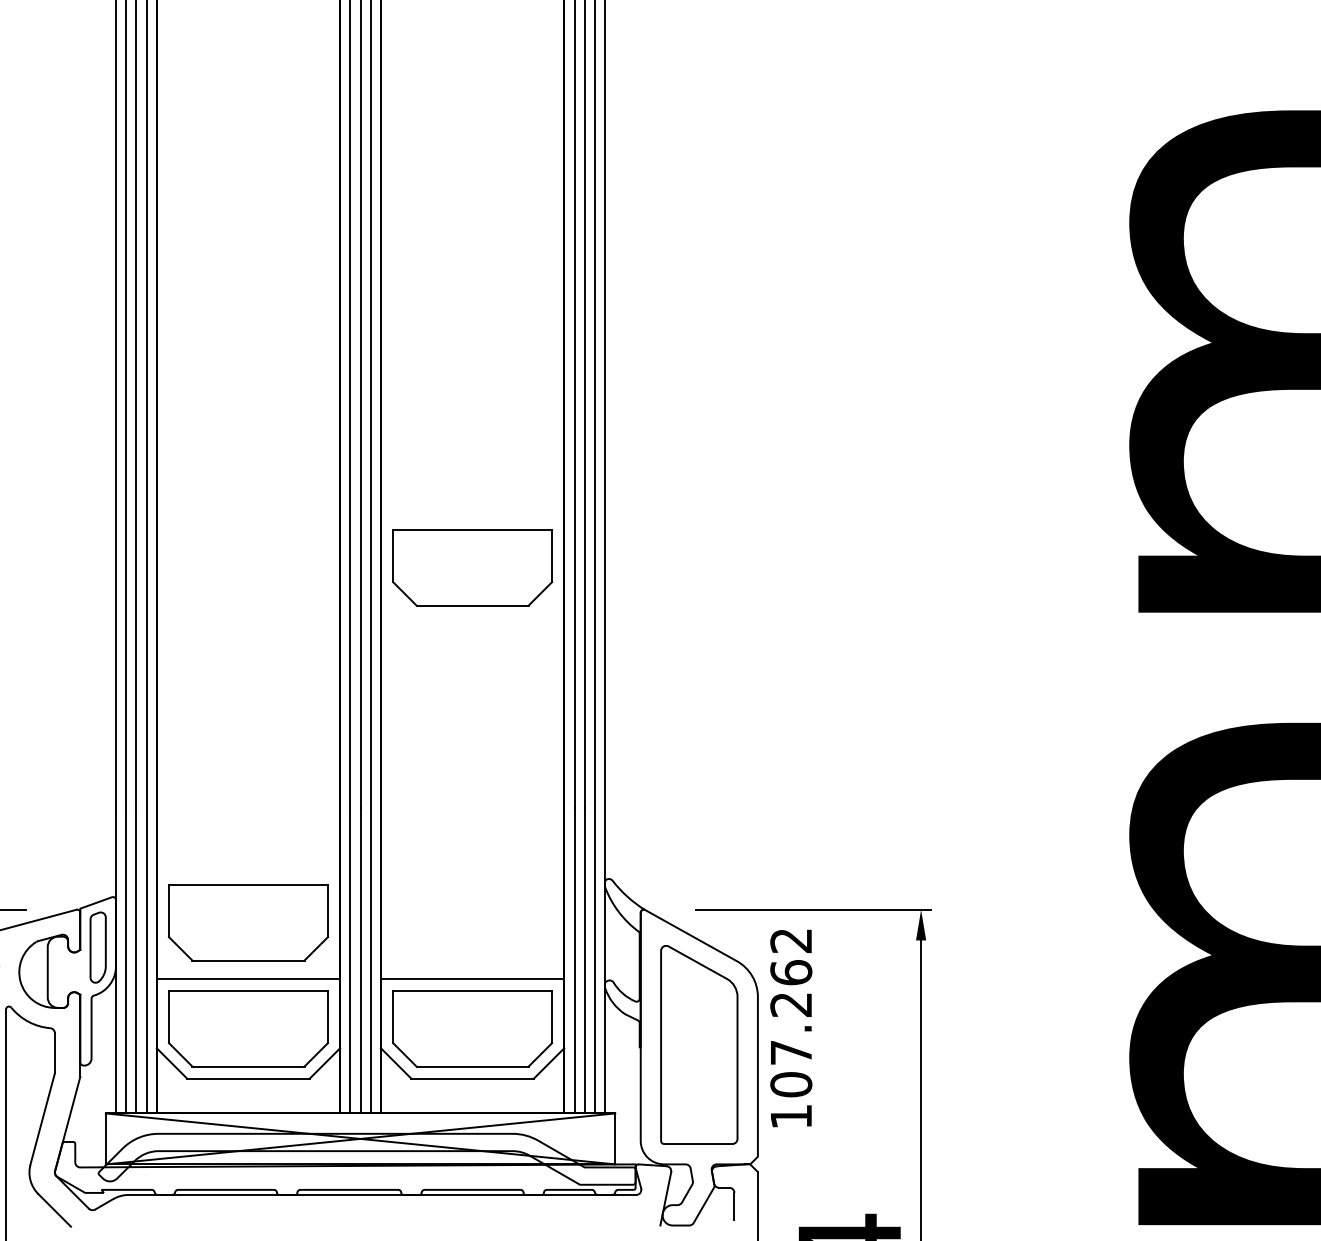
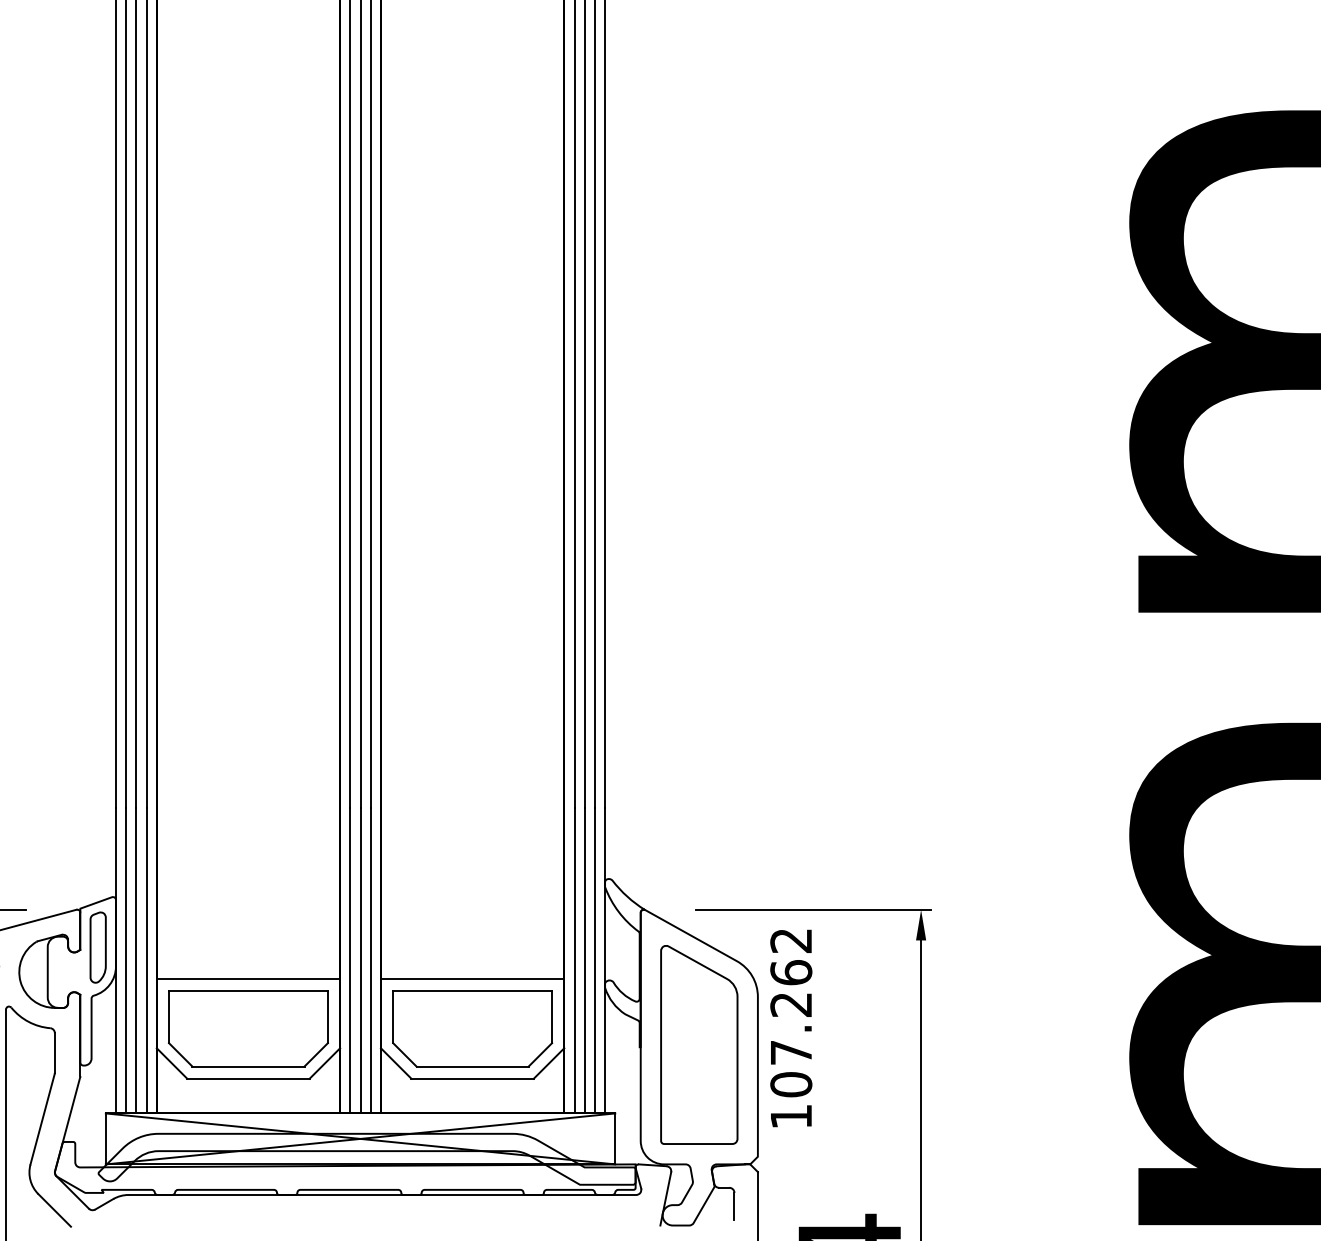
part at (472, 567): present -> none
part at (248, 922): present -> none
